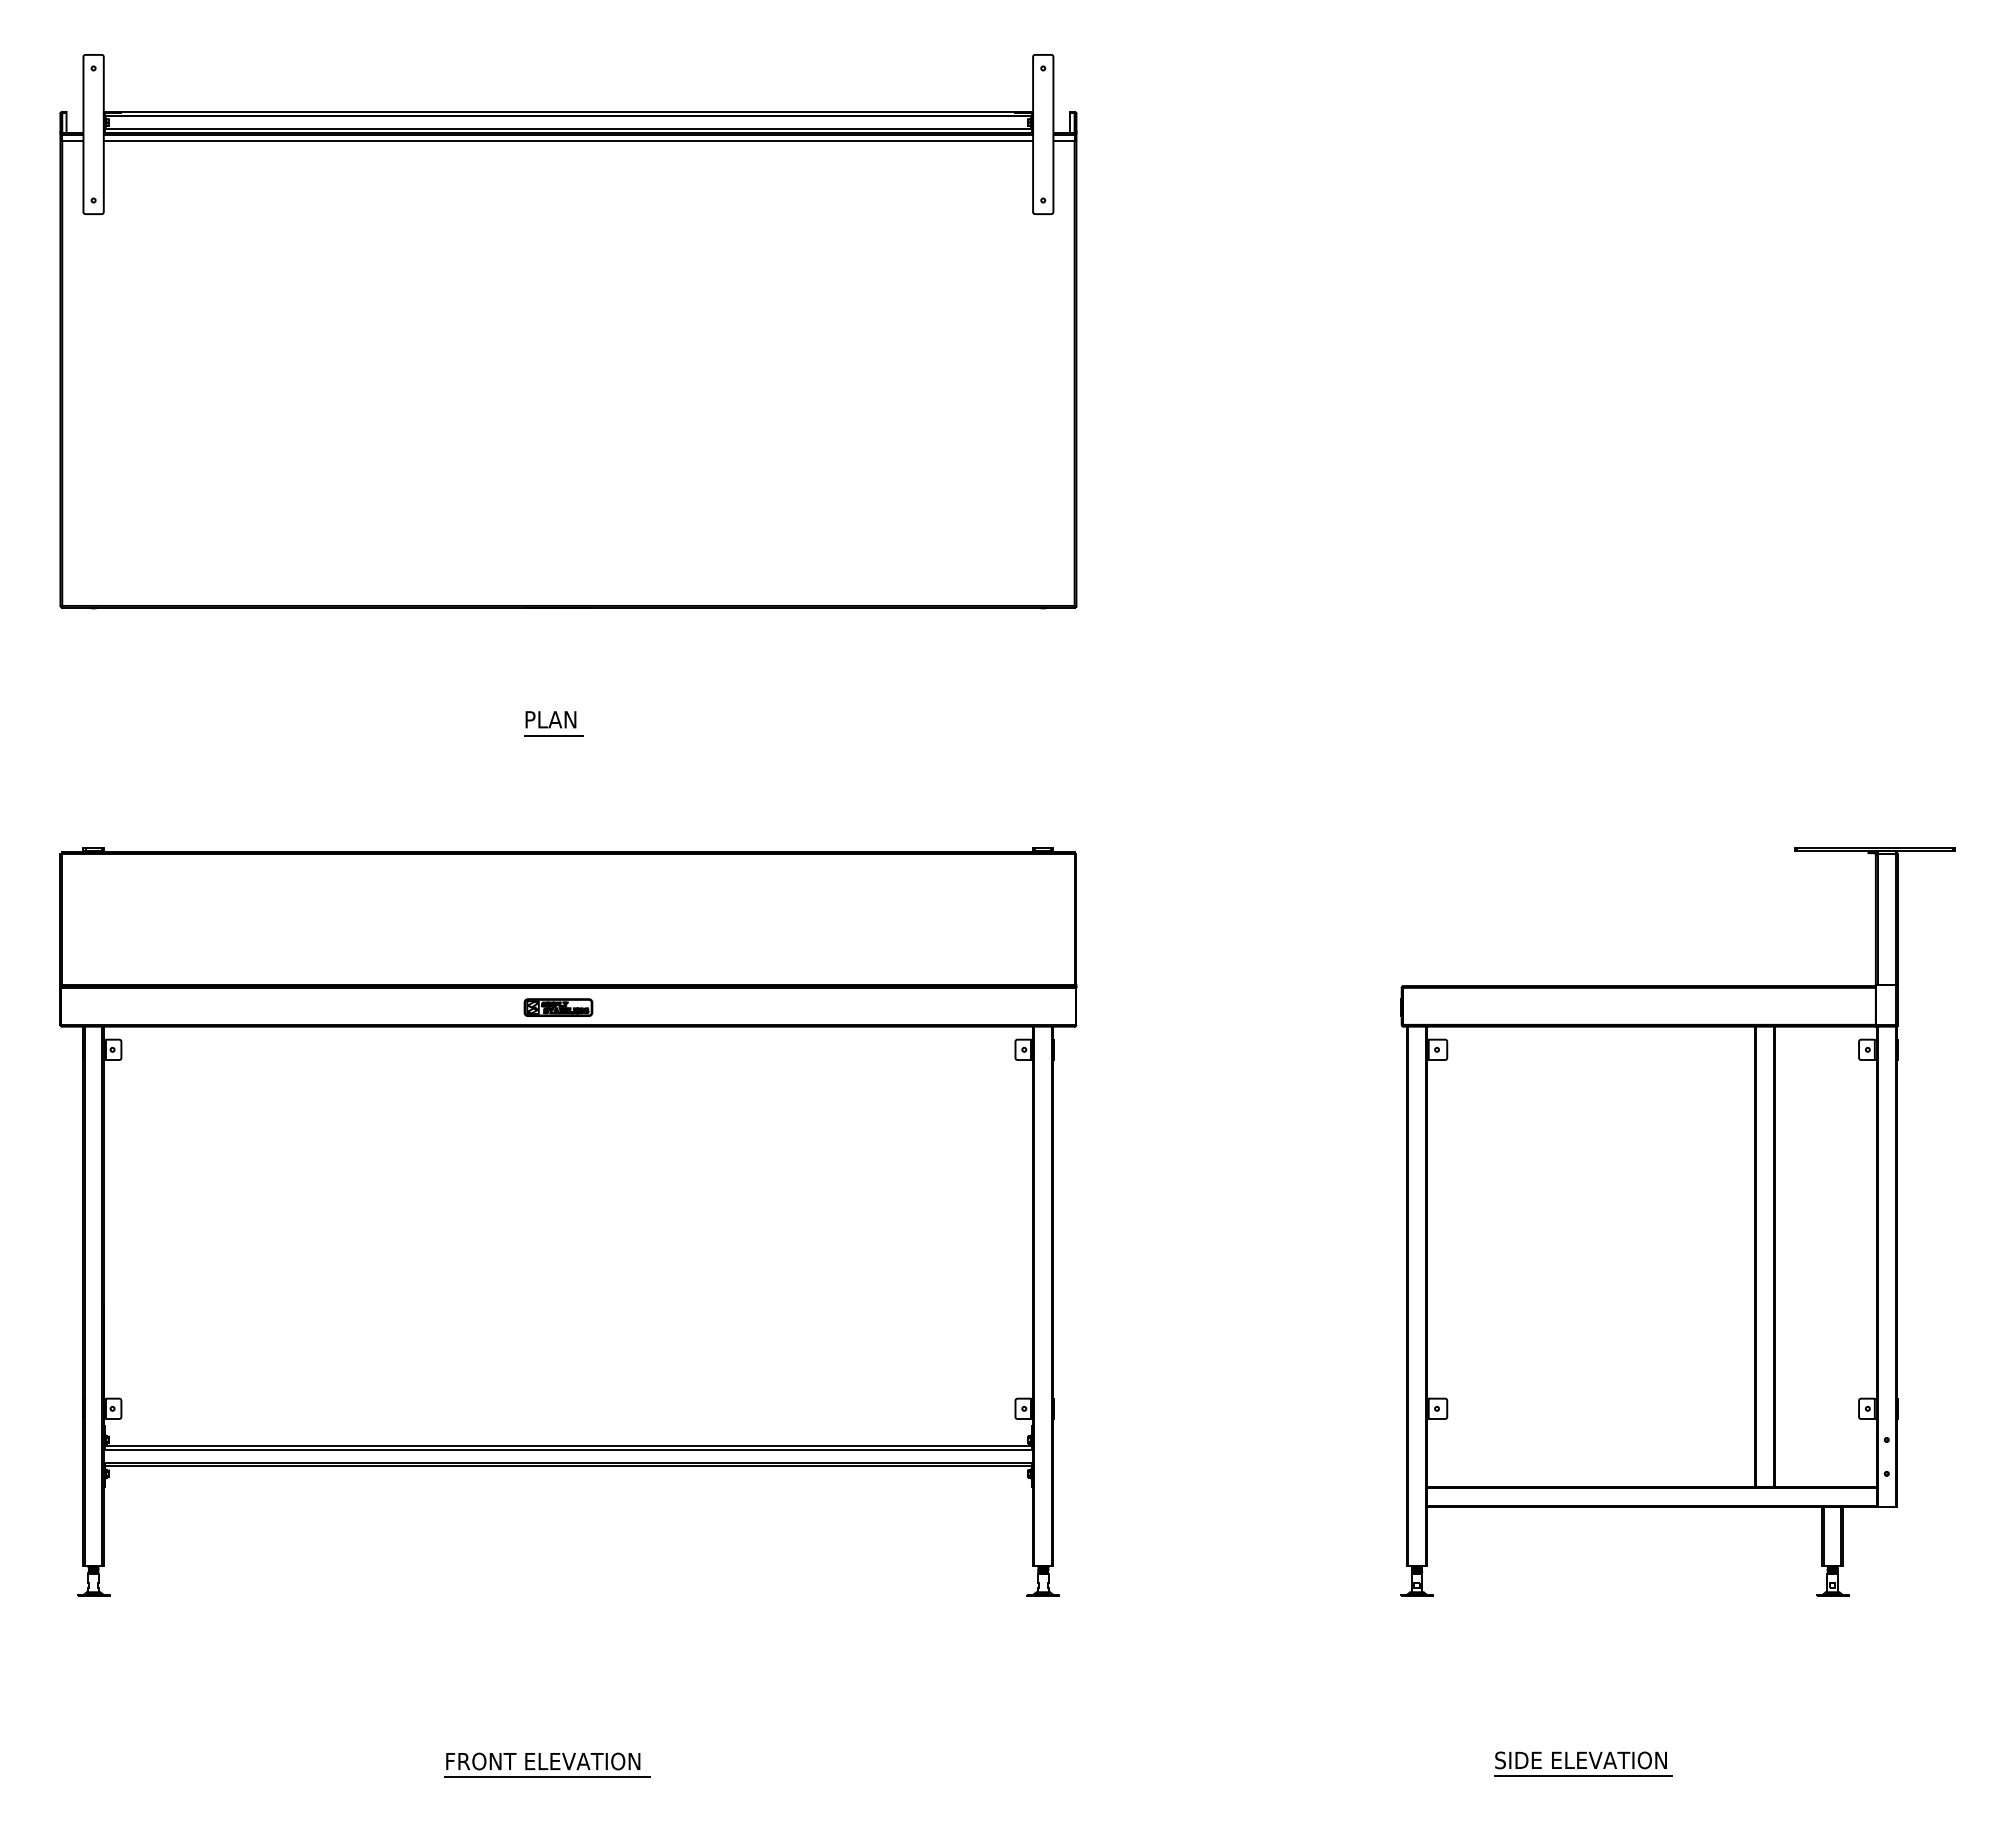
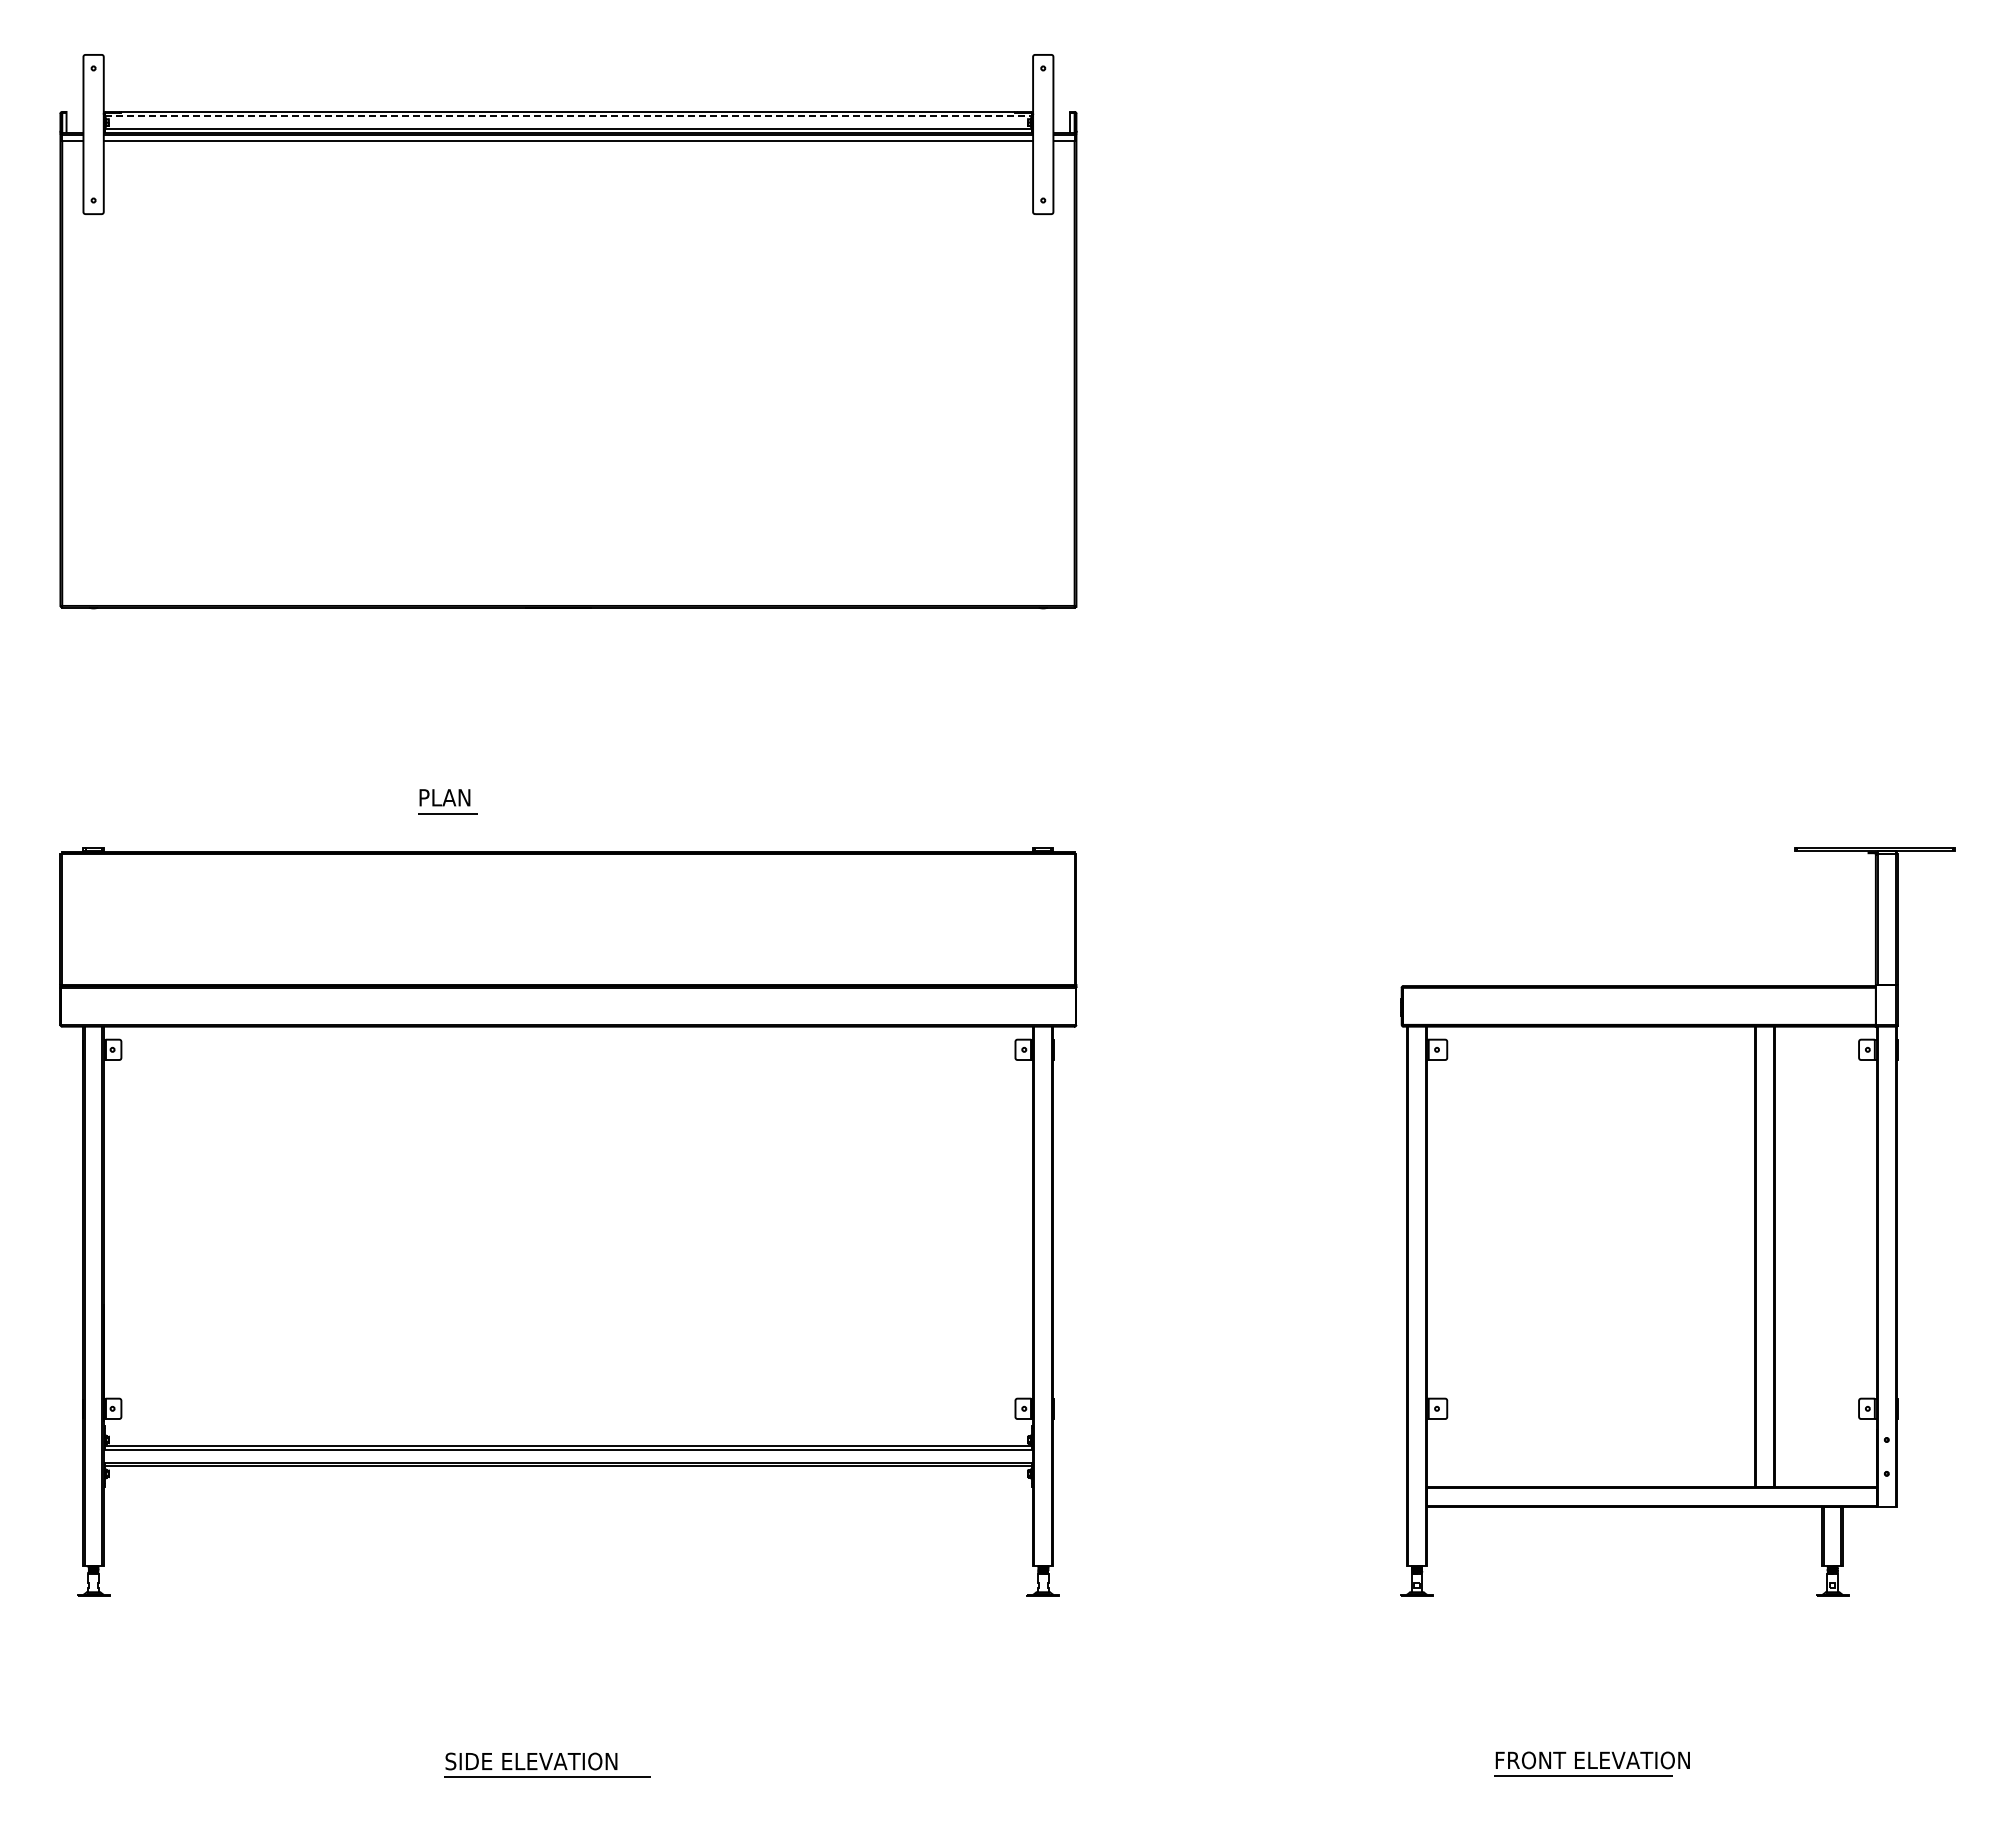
line at (568, 116): solid -> dashed
part at (553, 723) position: (553, 723) -> (447, 801)
part at (558, 1007): present -> none
text at (1592, 1760): SIDE ELEVATION -> FRONT ELEVATION
text at (542, 1761): FRONT ELEVATION -> SIDE ELEVATION
